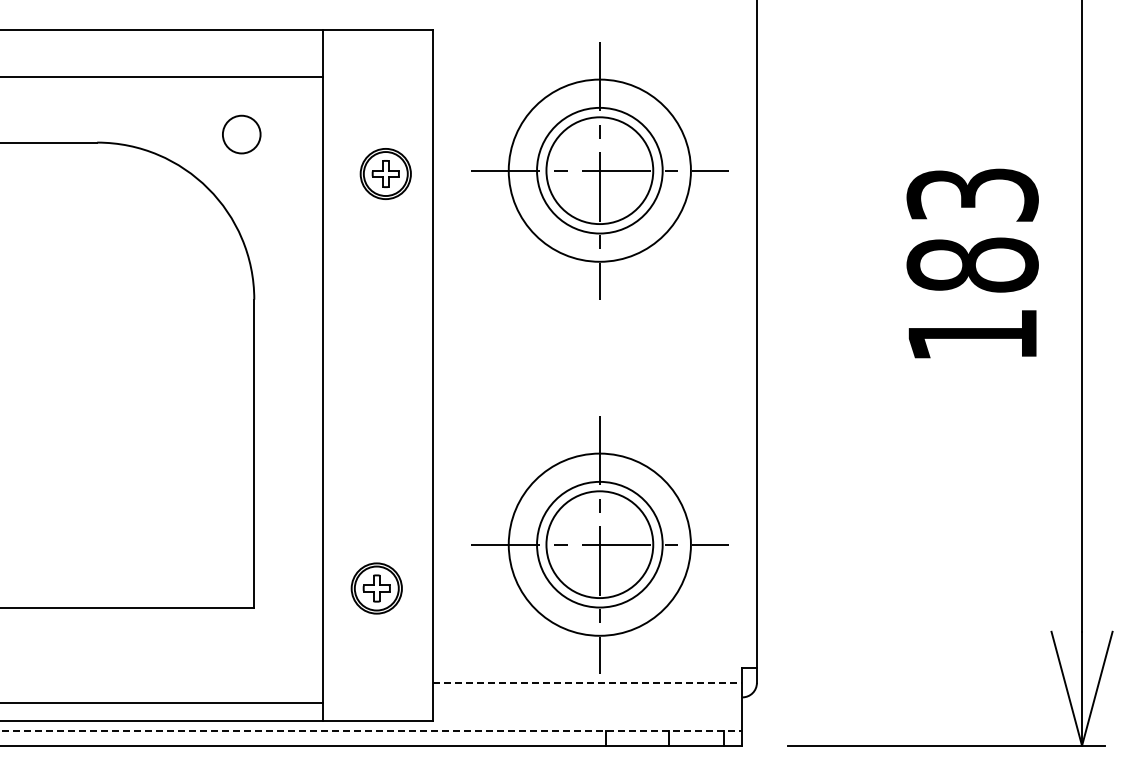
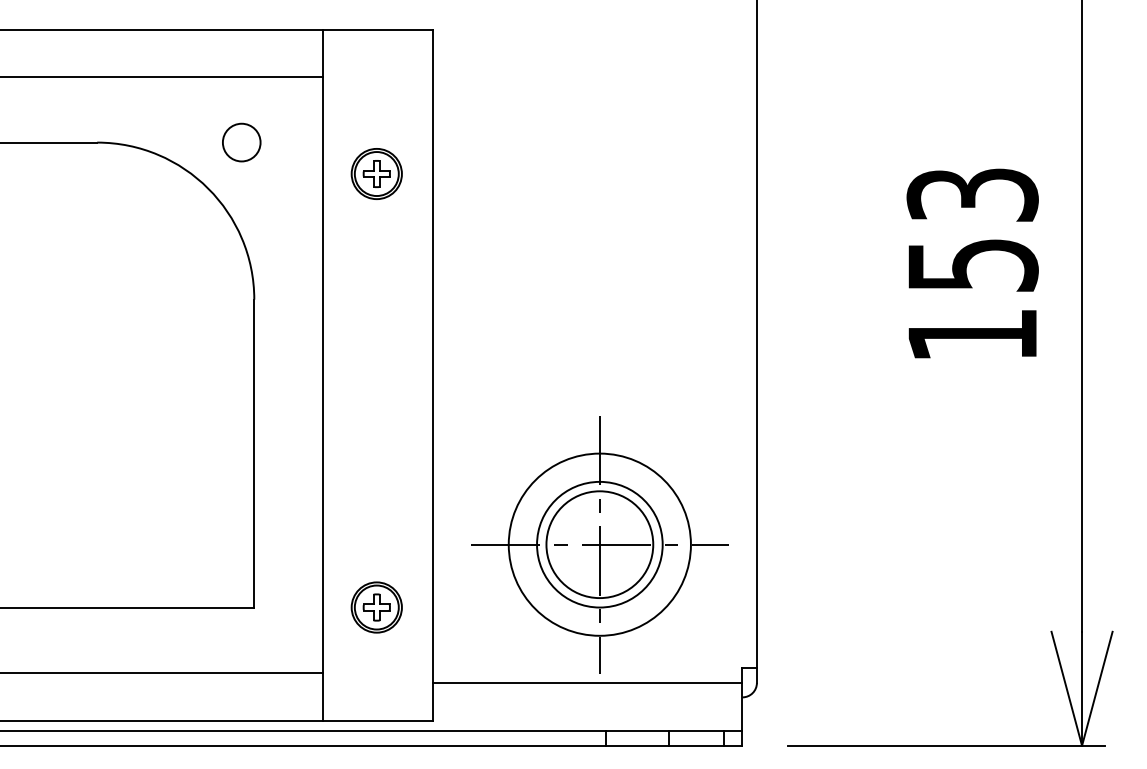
circle at (241, 134) position: (241, 134) -> (241, 142)
part at (599, 170): present -> none
part at (385, 173) position: (385, 173) -> (376, 173)
text at (972, 264): 183 -> 153
part at (376, 588) position: (376, 588) -> (376, 607)
line at (587, 682): dashed -> solid
line at (162, 702) position: (162, 702) -> (162, 672)
line at (371, 731): dashed -> solid
